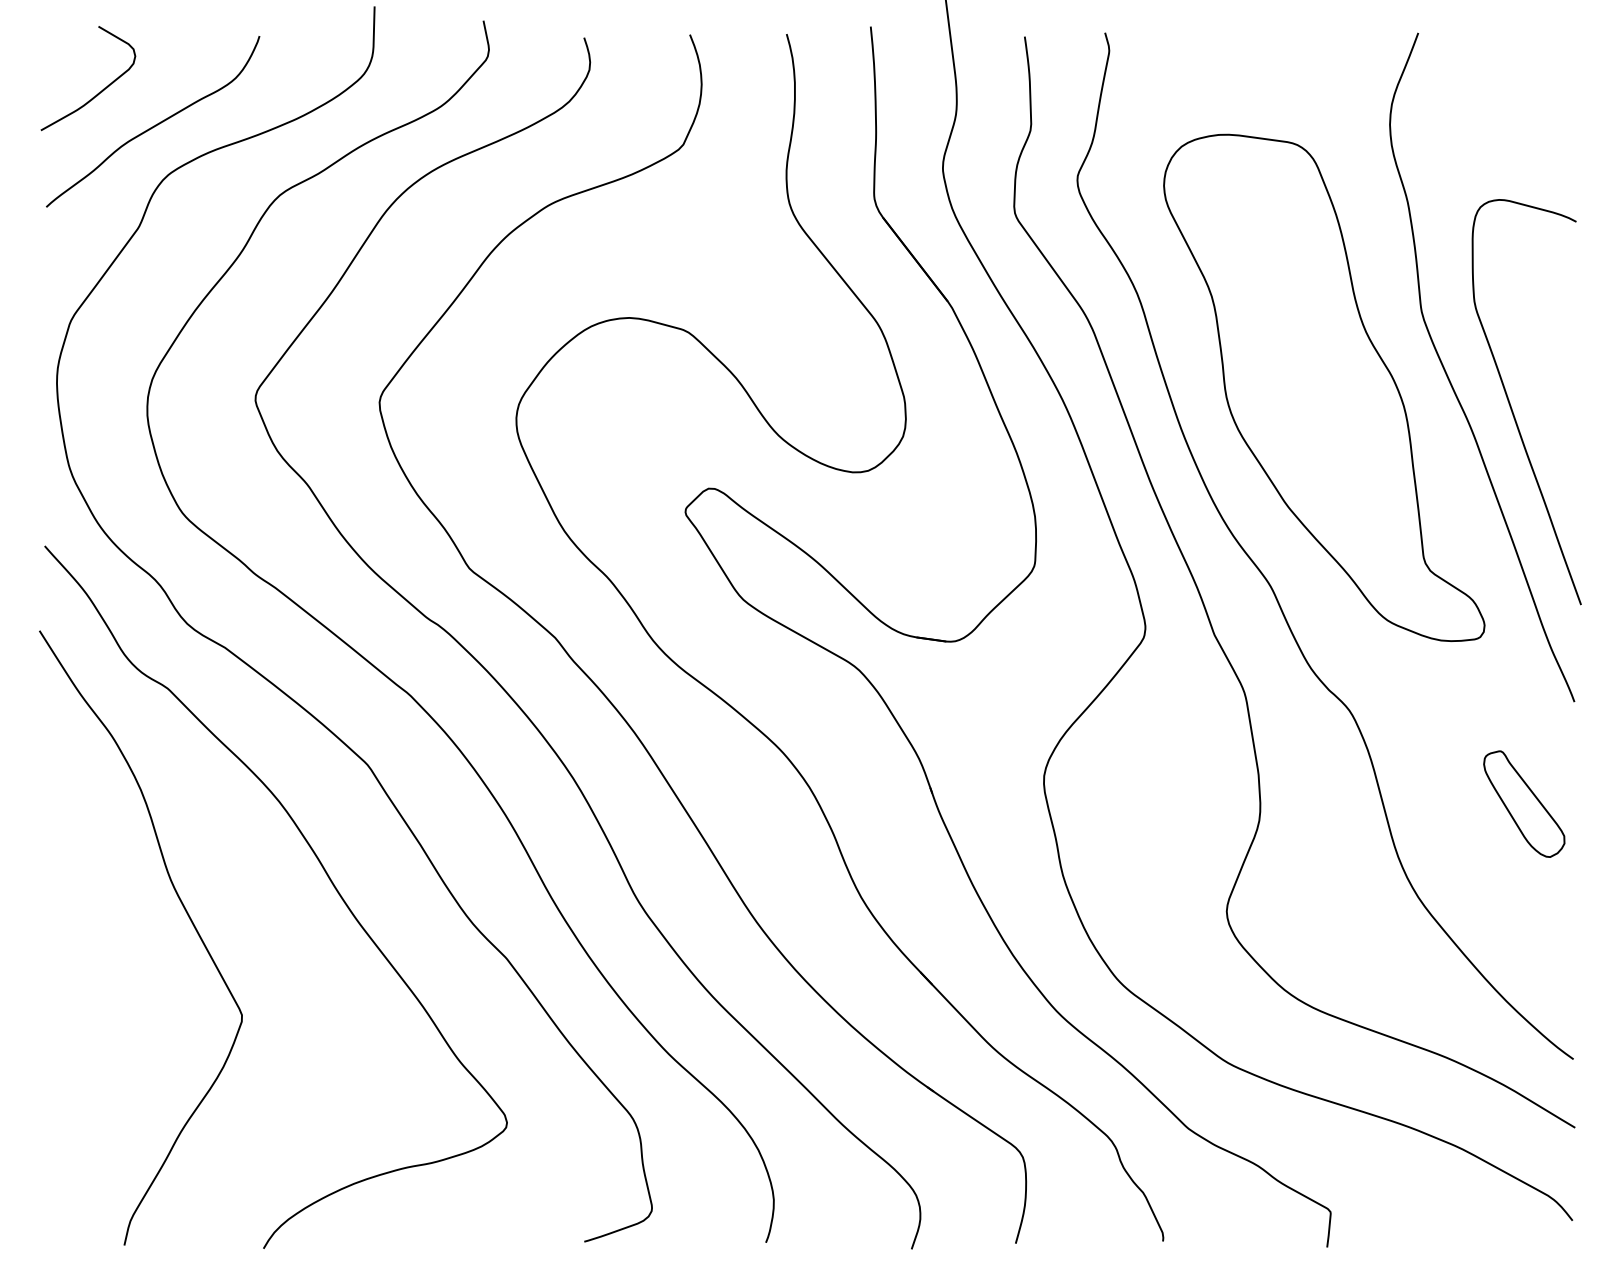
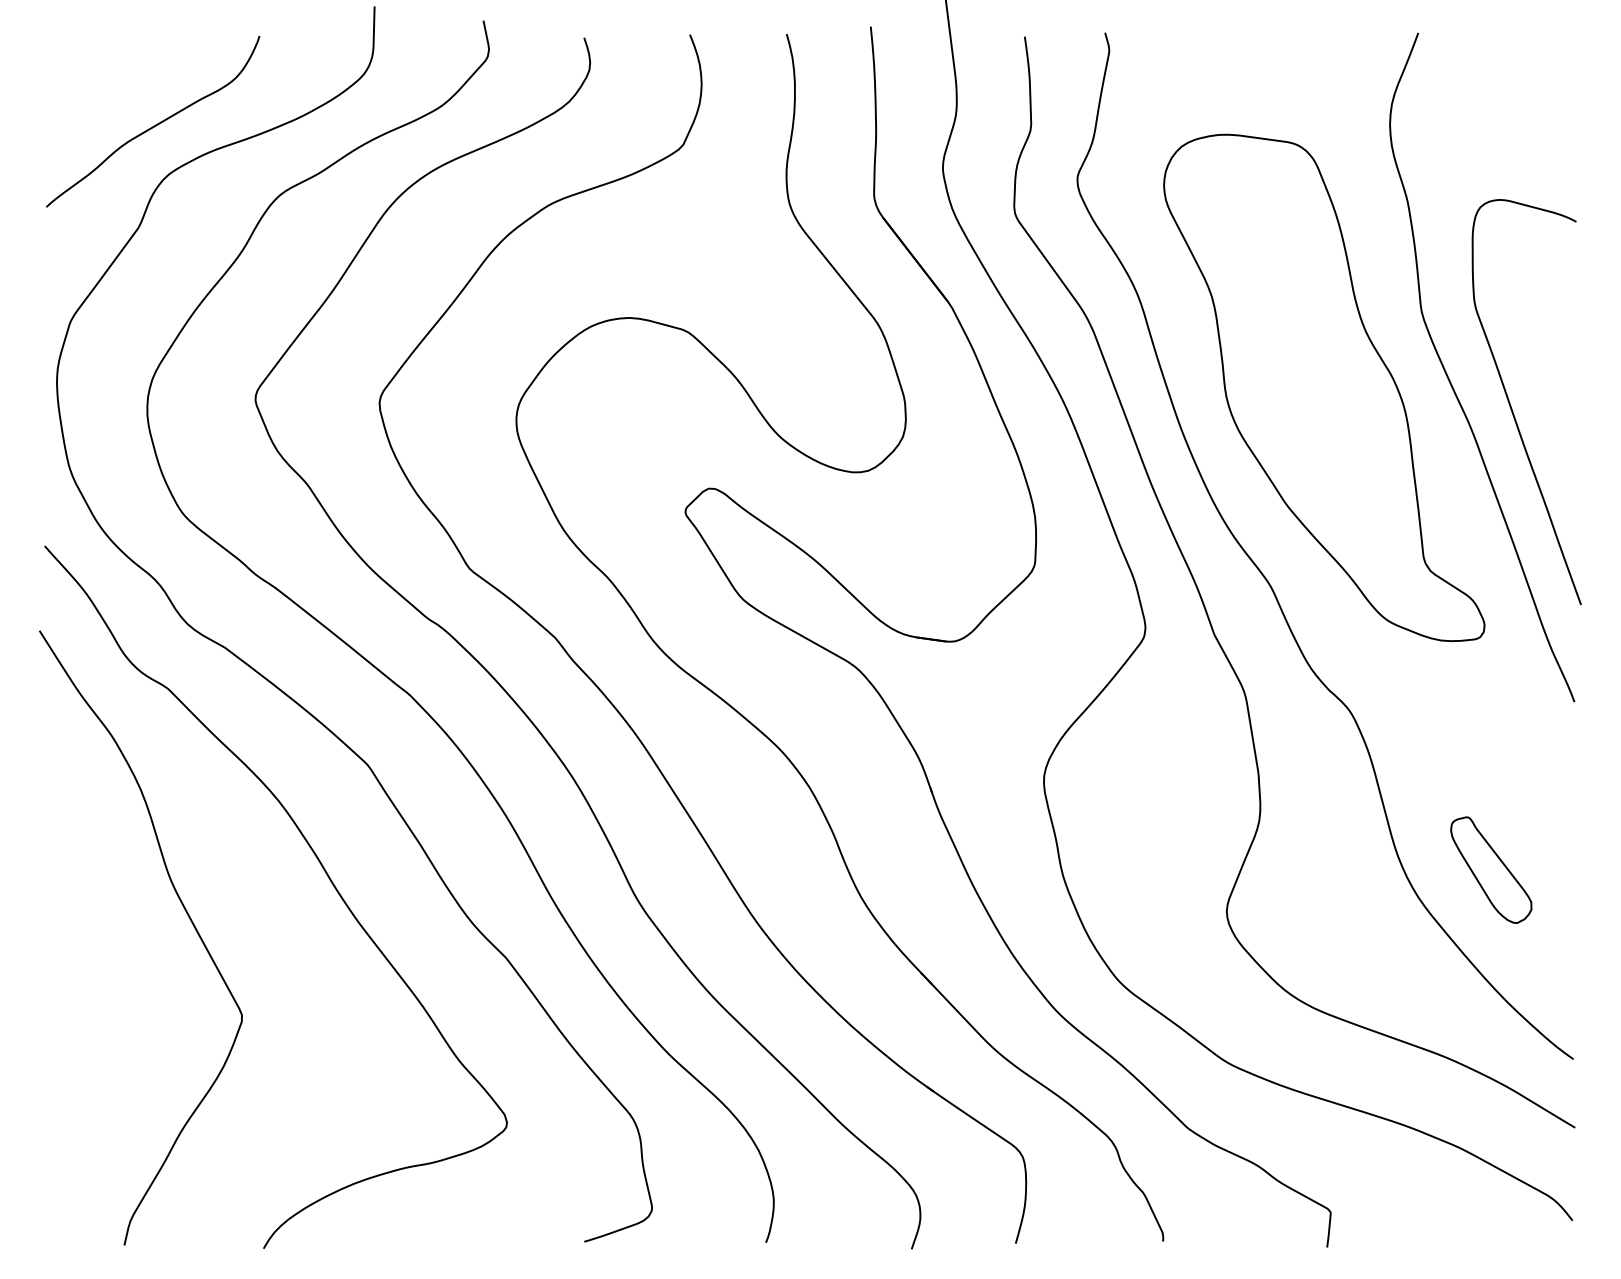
curve at (98, 92): present -> none
part at (1524, 803) position: (1524, 803) -> (1491, 869)
